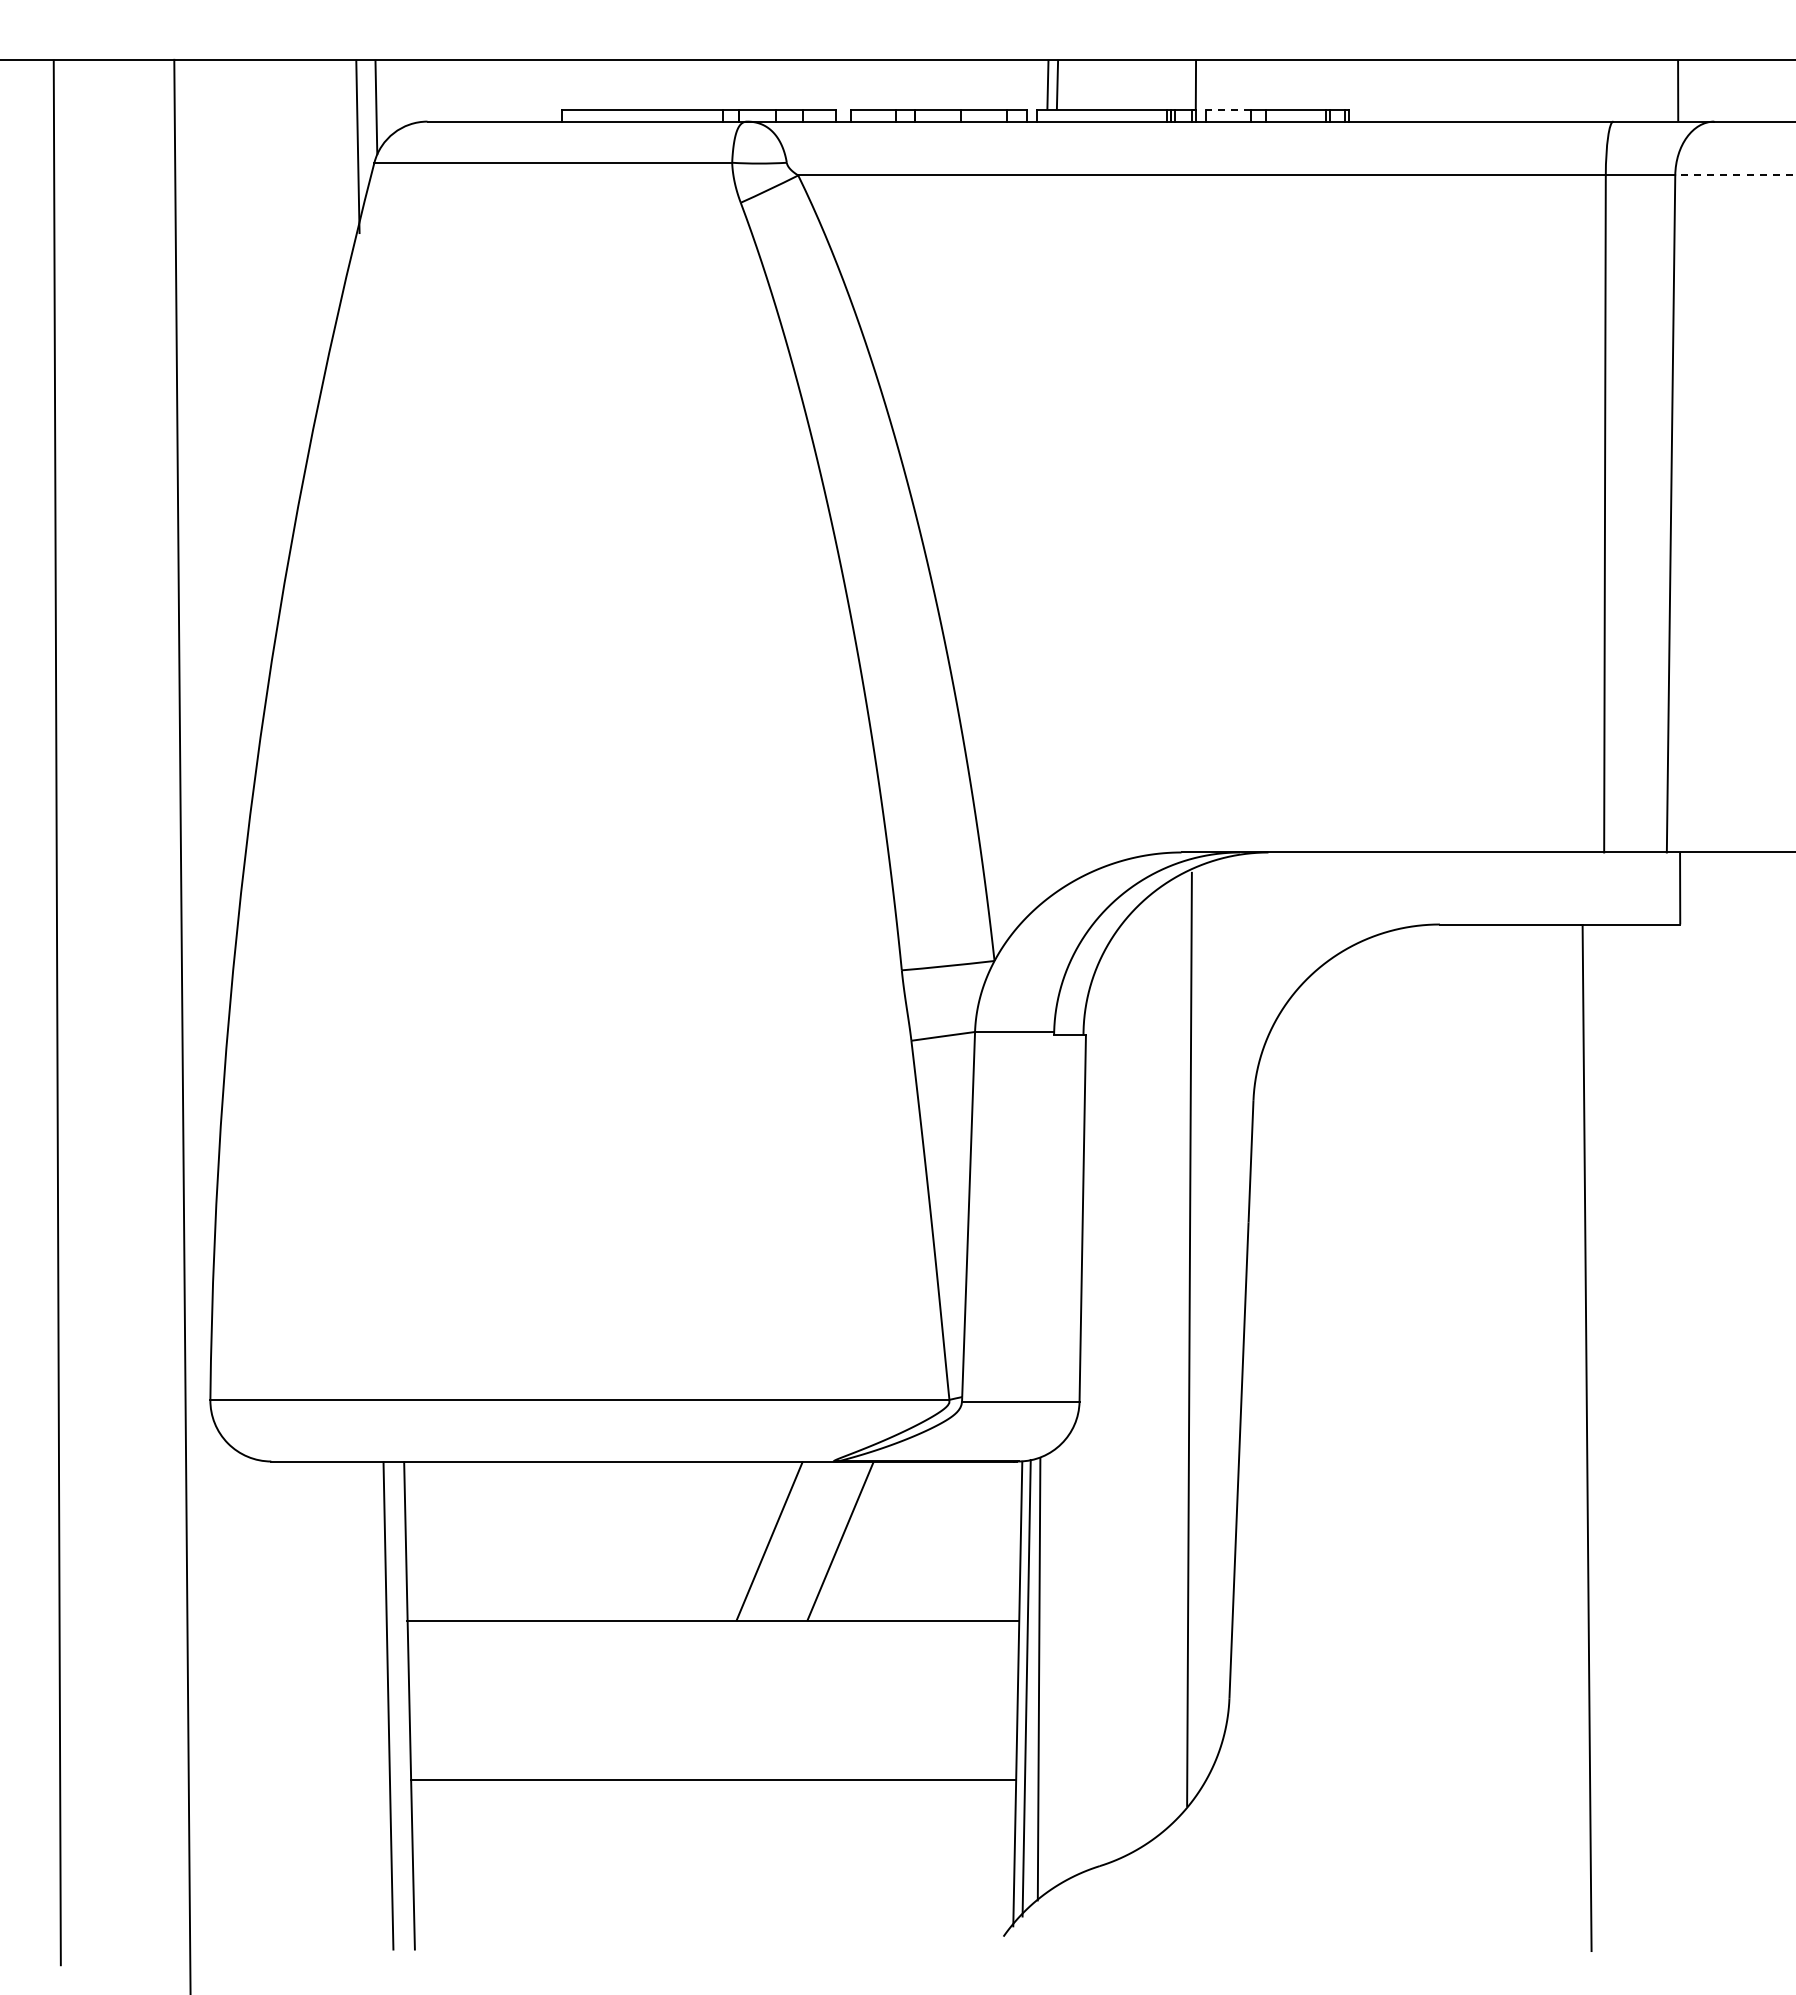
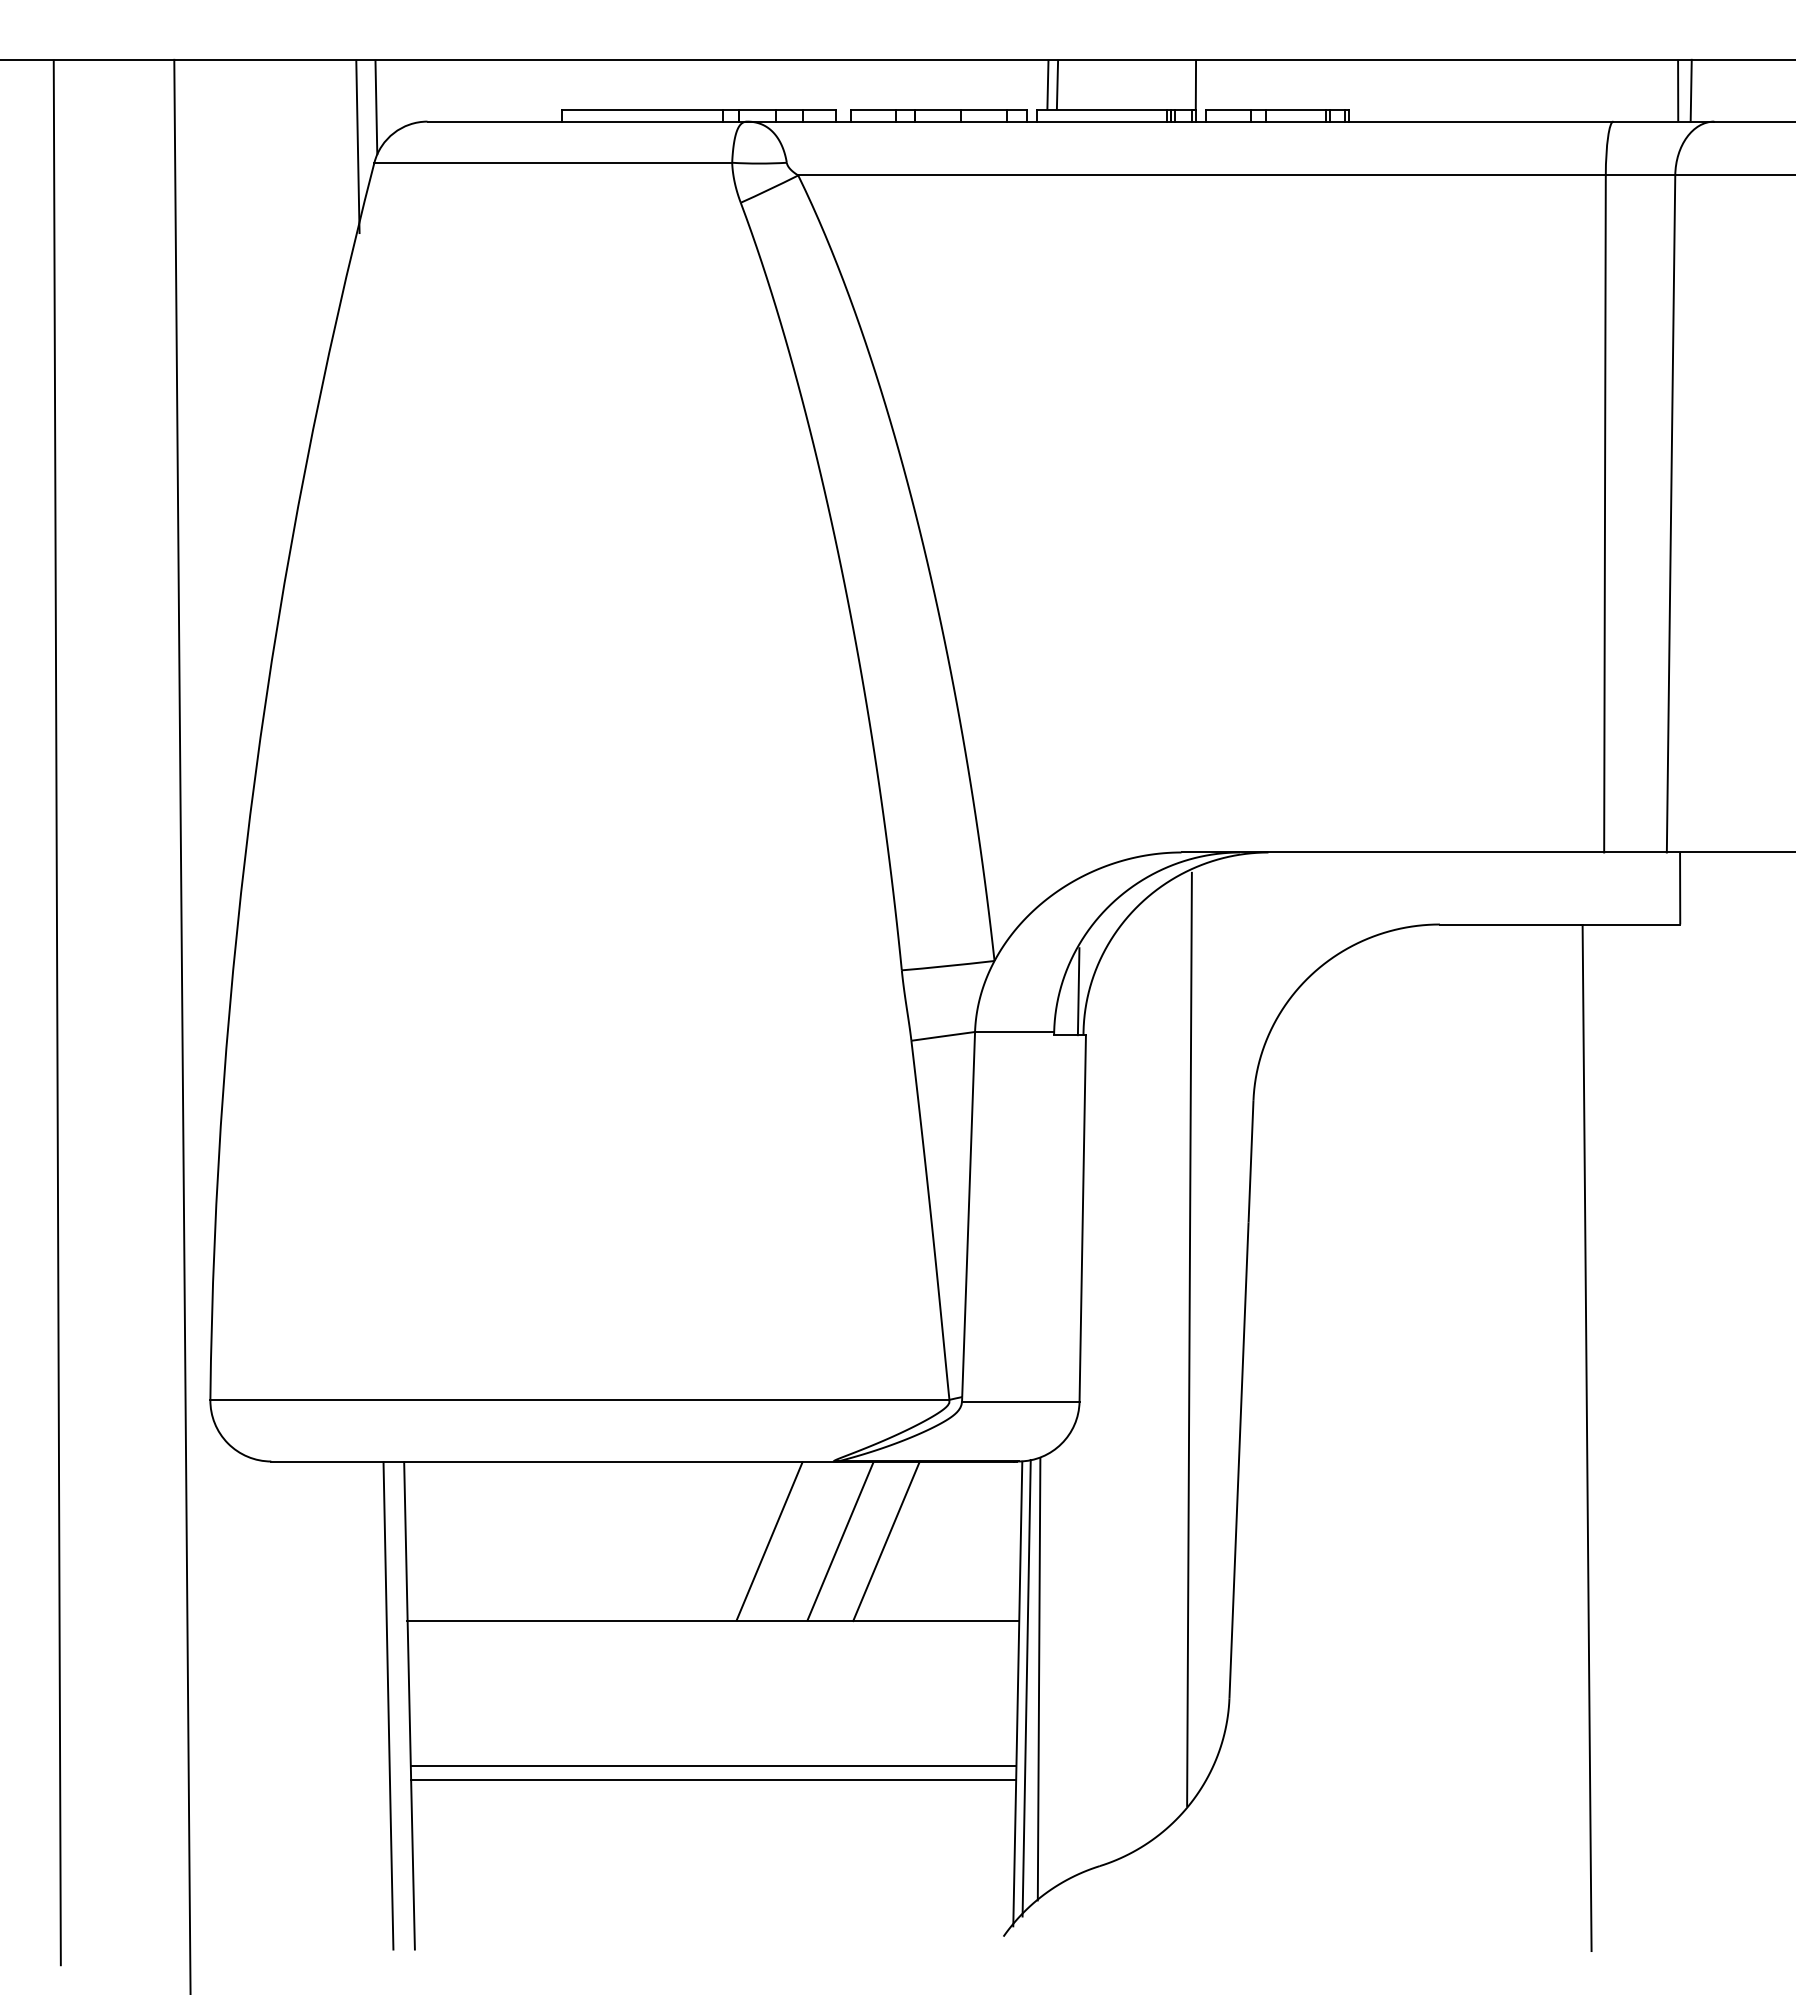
line at (1690, 90): none -> present
line at (1228, 109): dashed -> solid
line at (1735, 175): dashed -> solid
line at (1078, 991): none -> present
line at (886, 1541): none -> present
line at (713, 1765): none -> present
